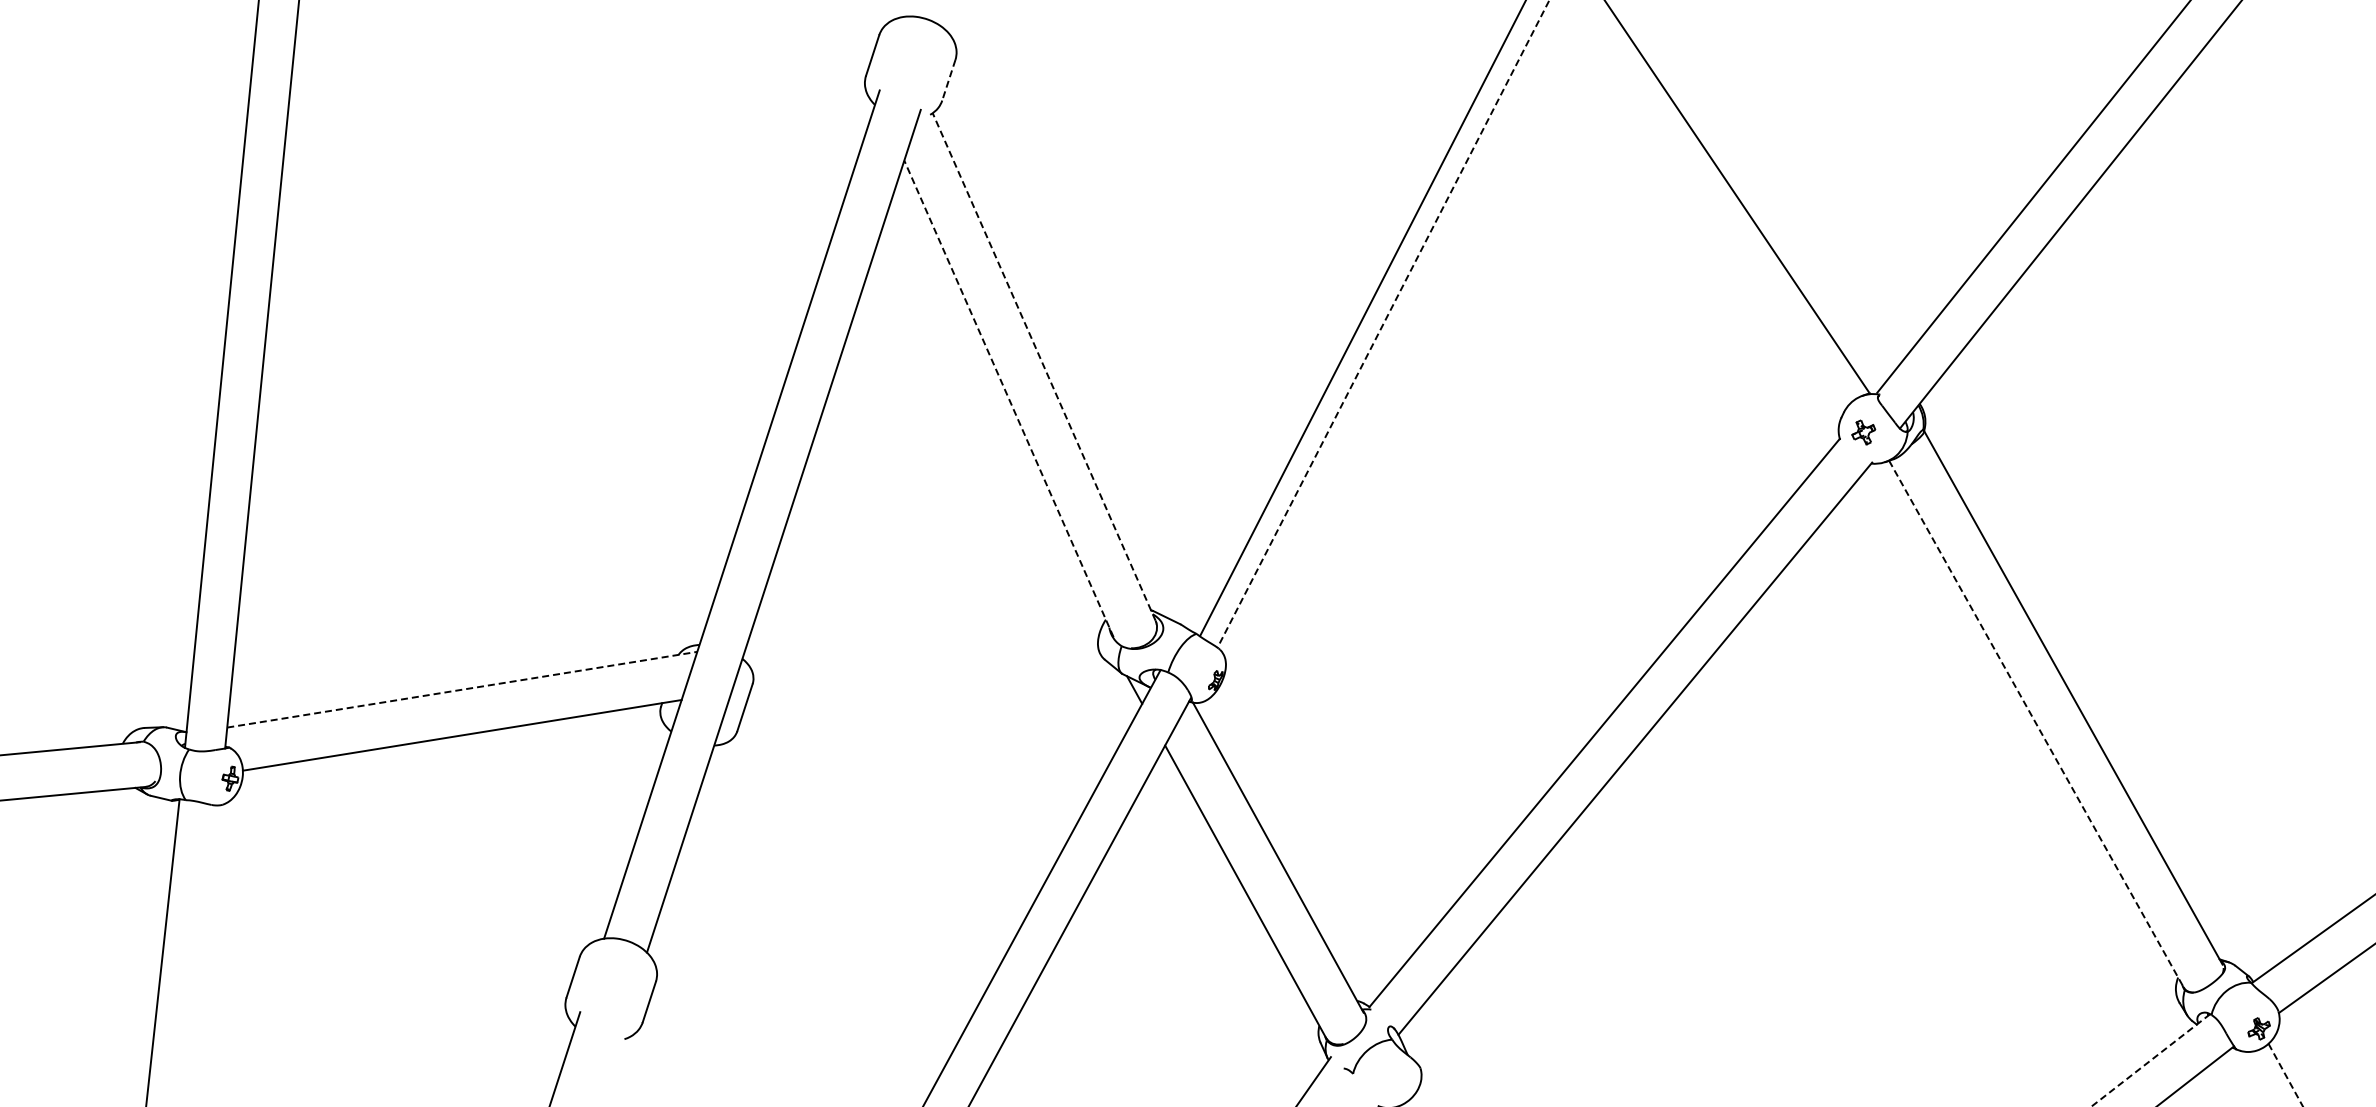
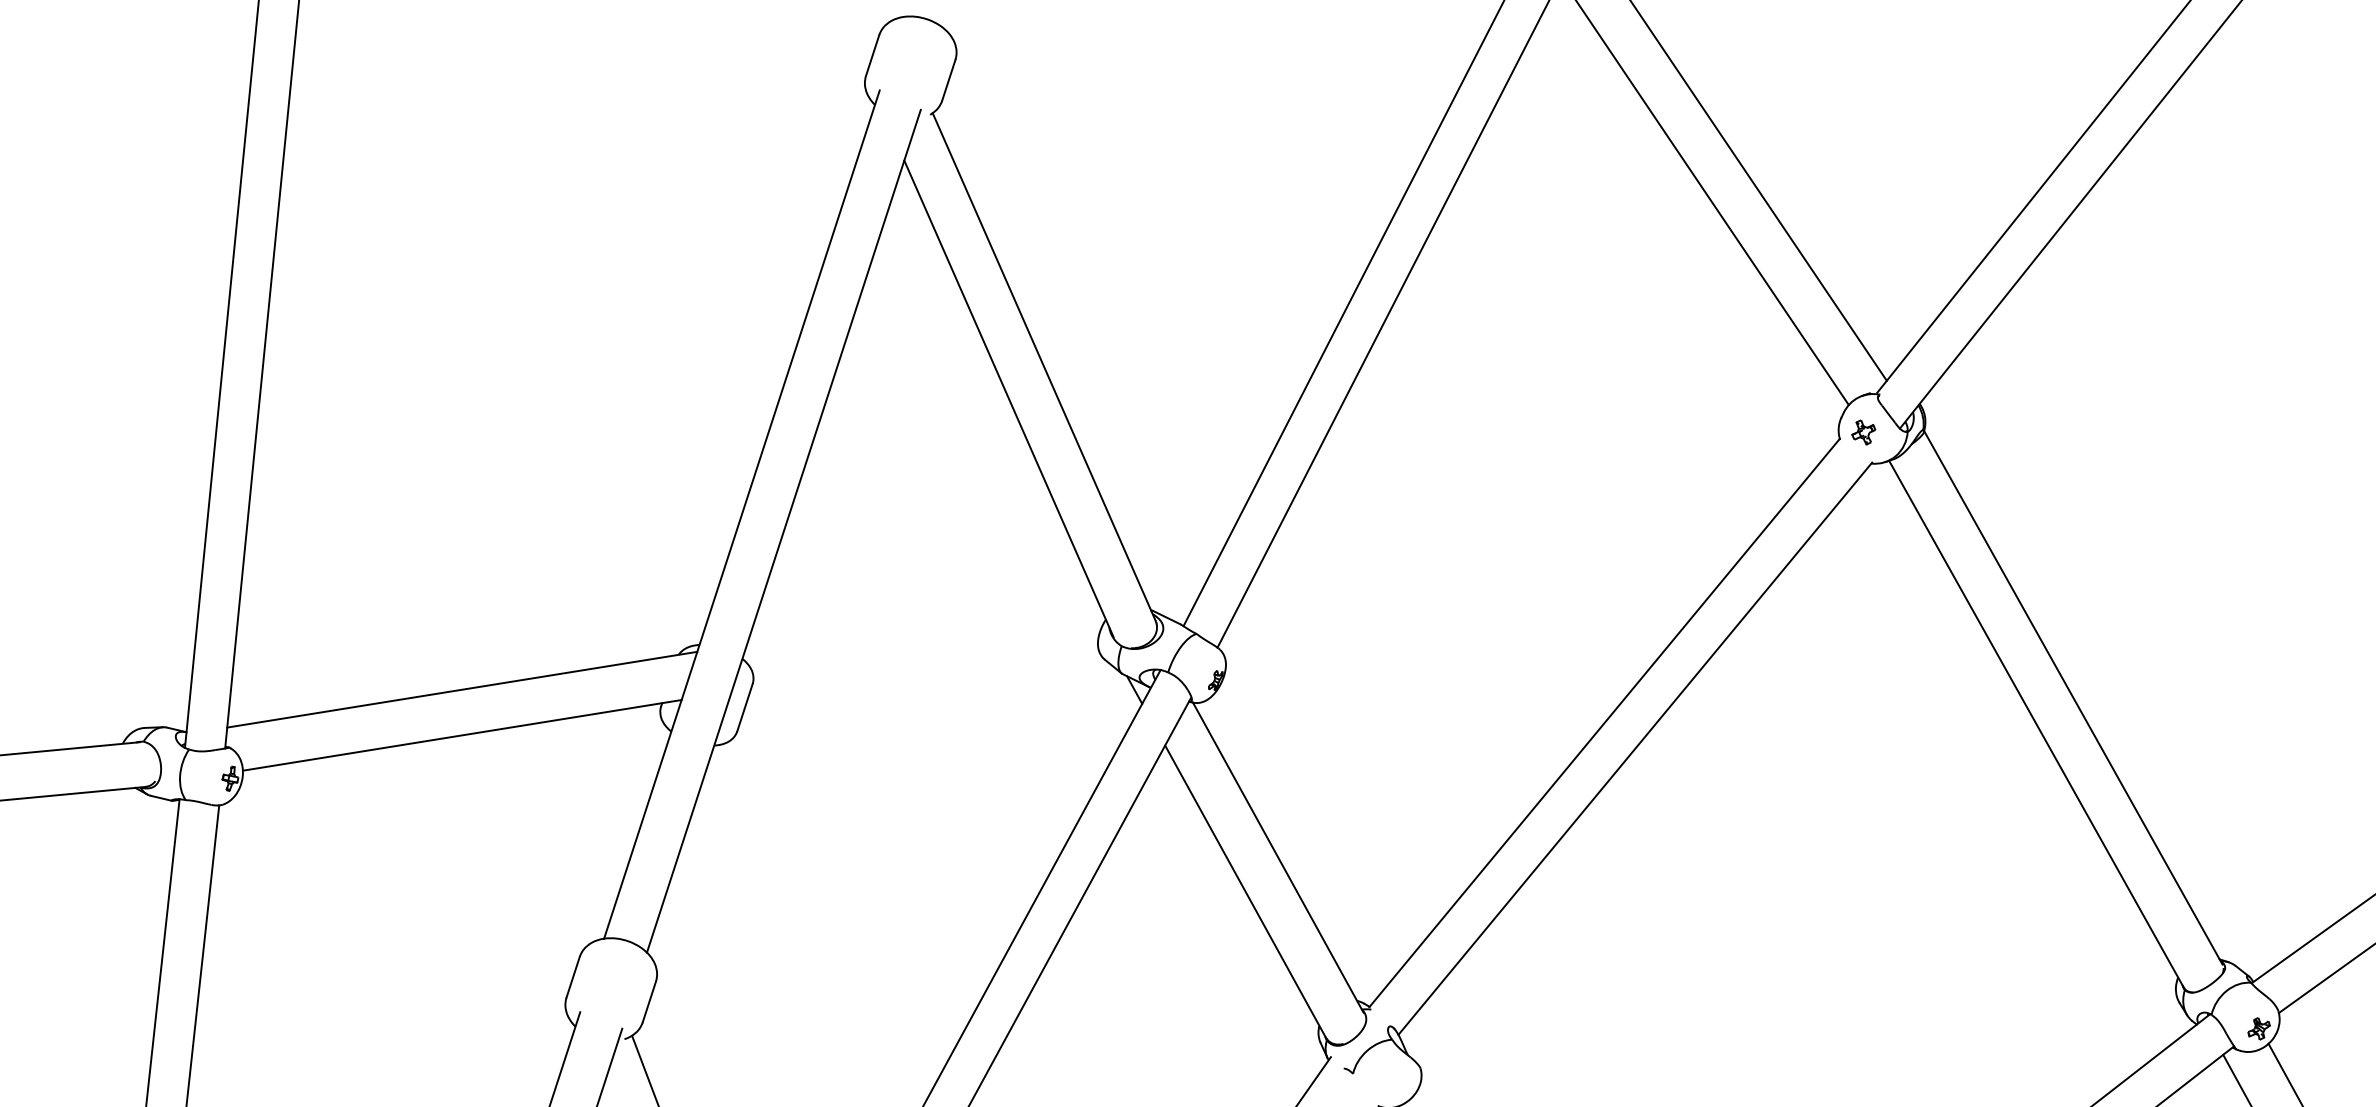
line at (948, 80): dashed -> solid
line at (1758, 191): none -> present
line at (1737, 197) position: (1737, 197) -> (1712, 203)
line at (1362, 318) position: (1362, 318) -> (1343, 314)
line at (1383, 323): dashed -> solid
line at (1043, 366): dashed -> solid
line at (1008, 398): dashed -> solid
line at (462, 689): dashed -> solid
line at (2036, 724): dashed -> solid
line at (202, 954): none -> present
line at (2150, 1060): dashed -> solid
line at (609, 1065): none -> present
line at (644, 1069): none -> present
line at (2285, 1075): dashed -> solid
line at (2236, 1078): none -> present
